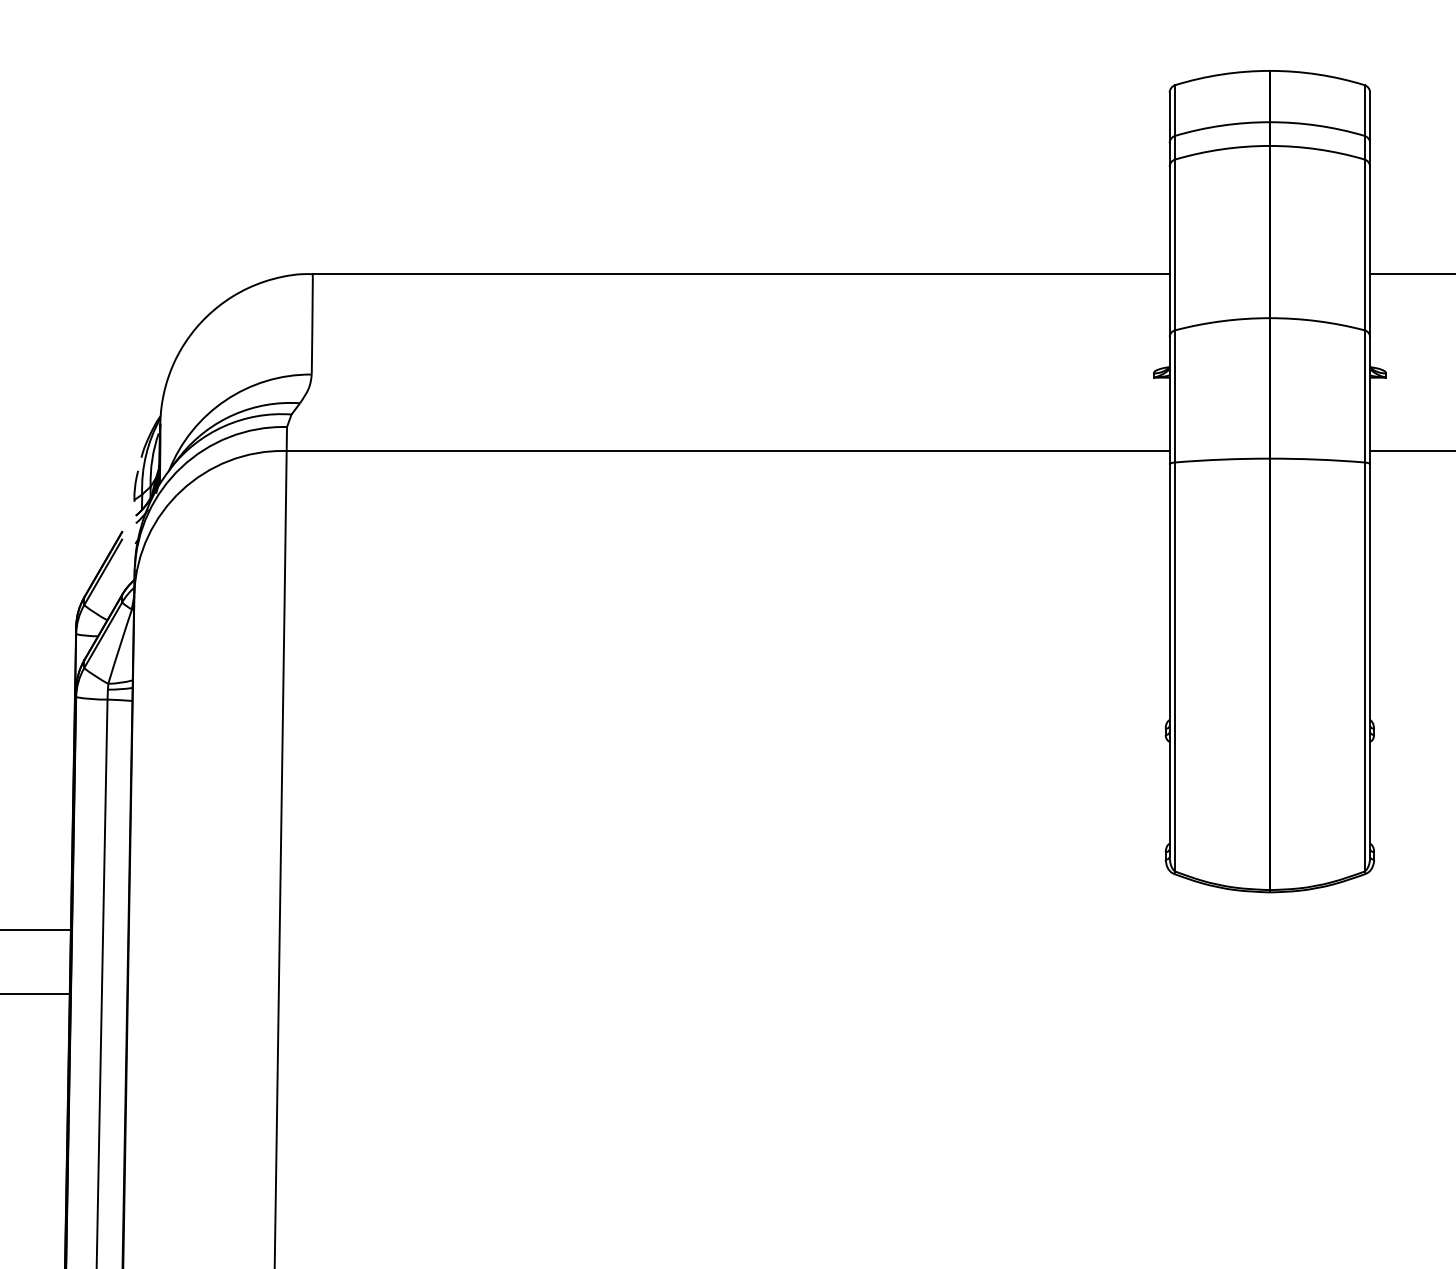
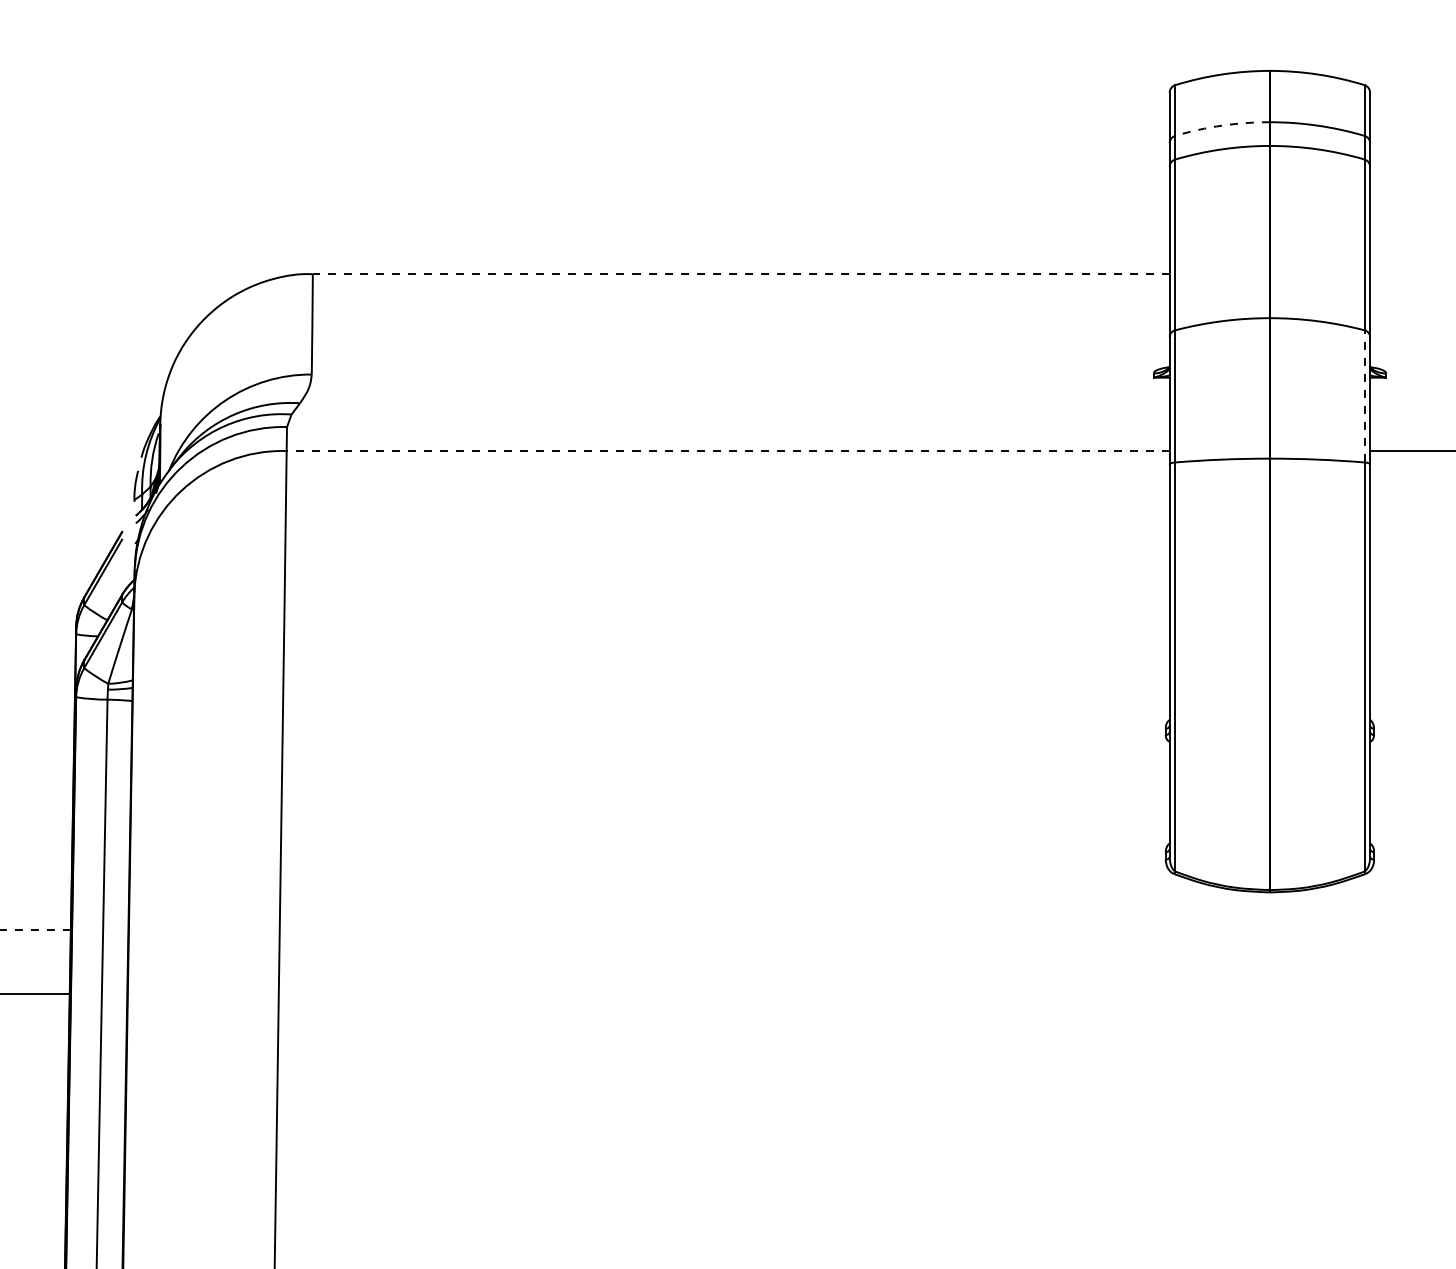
arc at (1222, 125): solid -> dashed
line at (740, 273): solid -> dashed
line at (1411, 273): present -> none
line at (1364, 395): solid -> dashed
line at (728, 451): solid -> dashed
line at (34, 930): solid -> dashed
